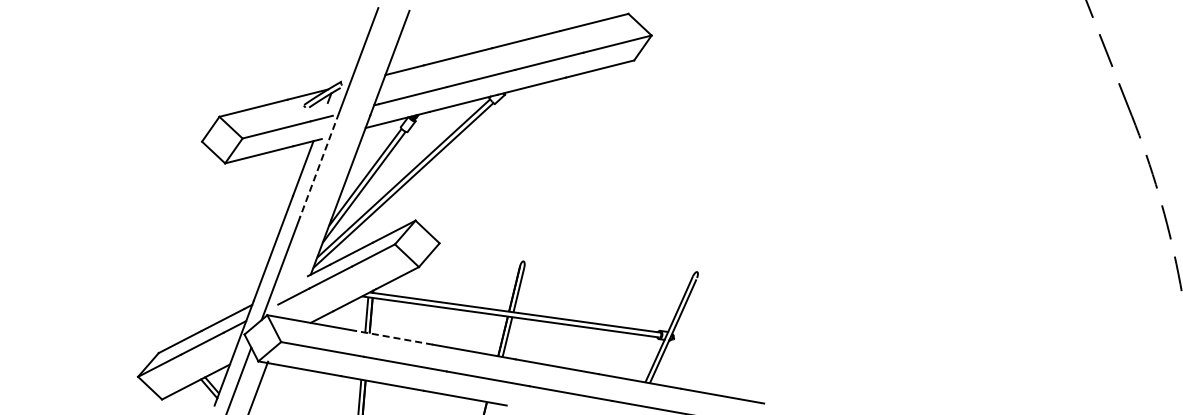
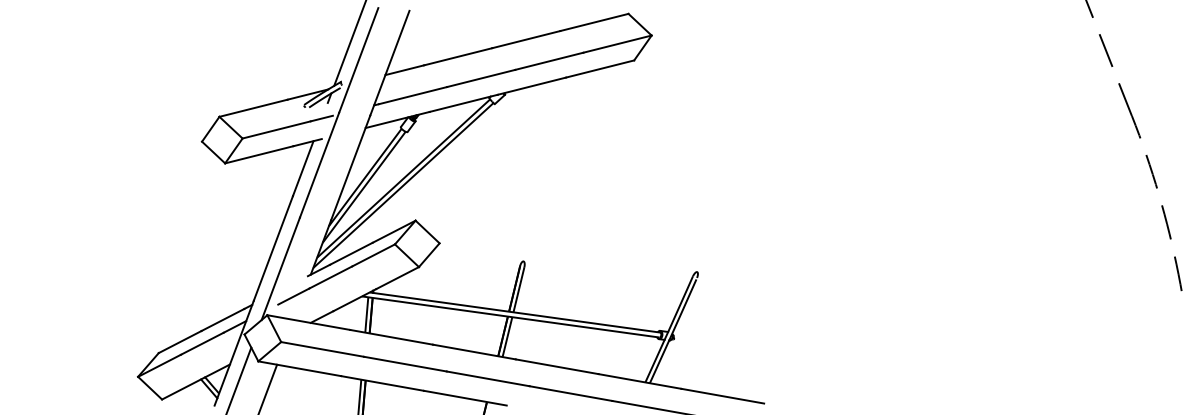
line at (349, 43): none -> present
line at (319, 165): dashed -> solid
line at (392, 337): dashed -> solid
line at (258, 386) position: (258, 386) -> (268, 387)
